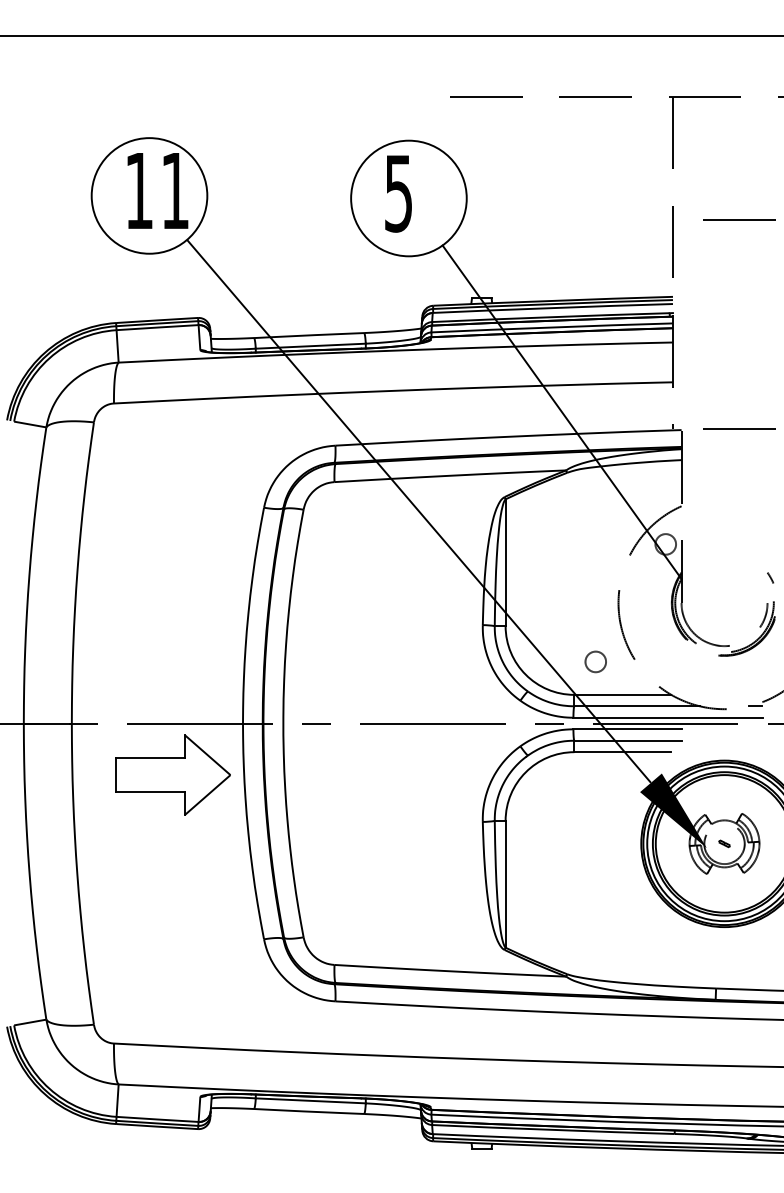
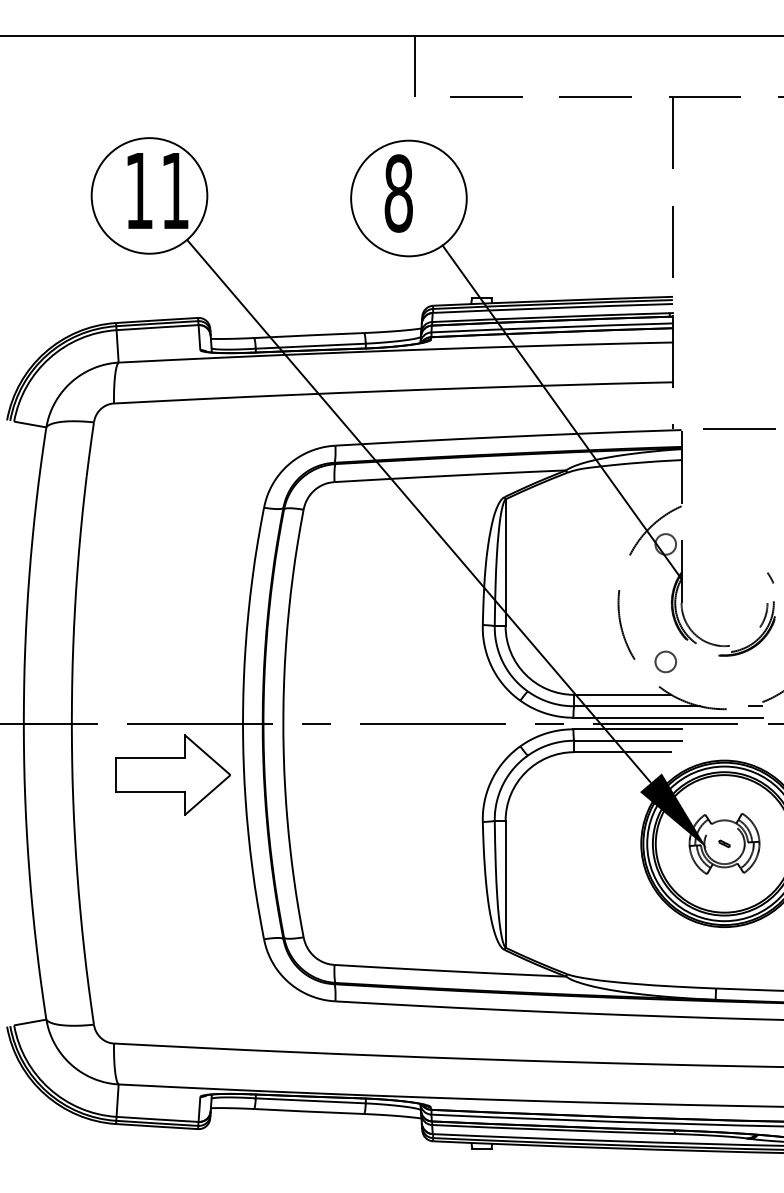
line at (415, 65): none -> present
text at (398, 193): 5 -> 8
line at (739, 219): present -> none
circle at (595, 661) position: (595, 661) -> (665, 661)
